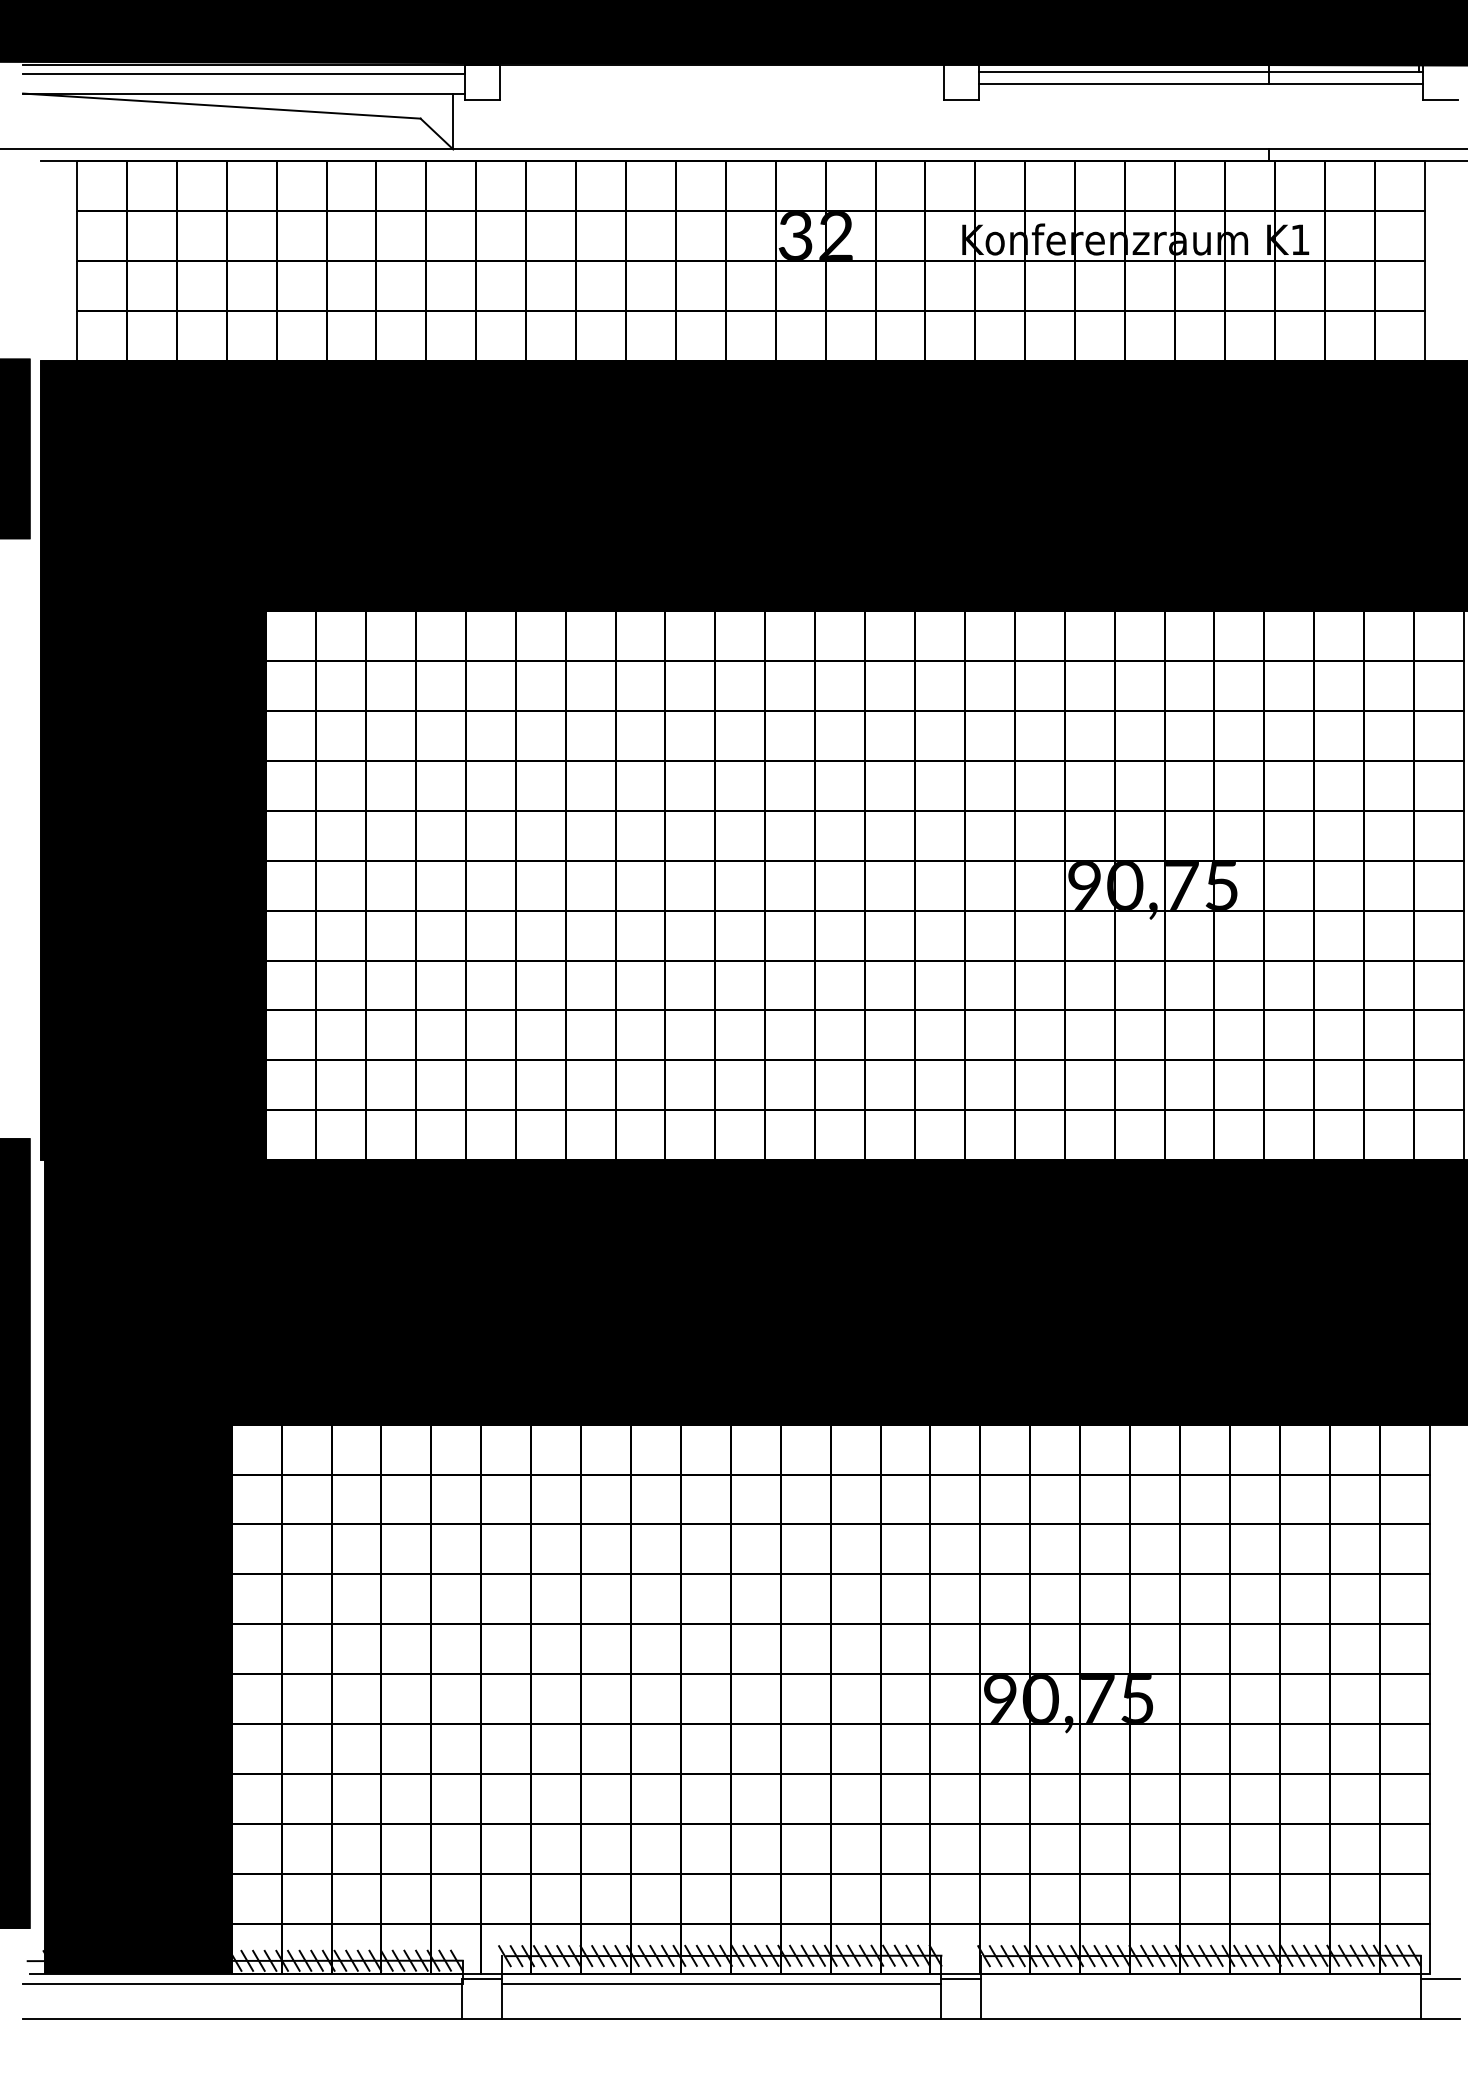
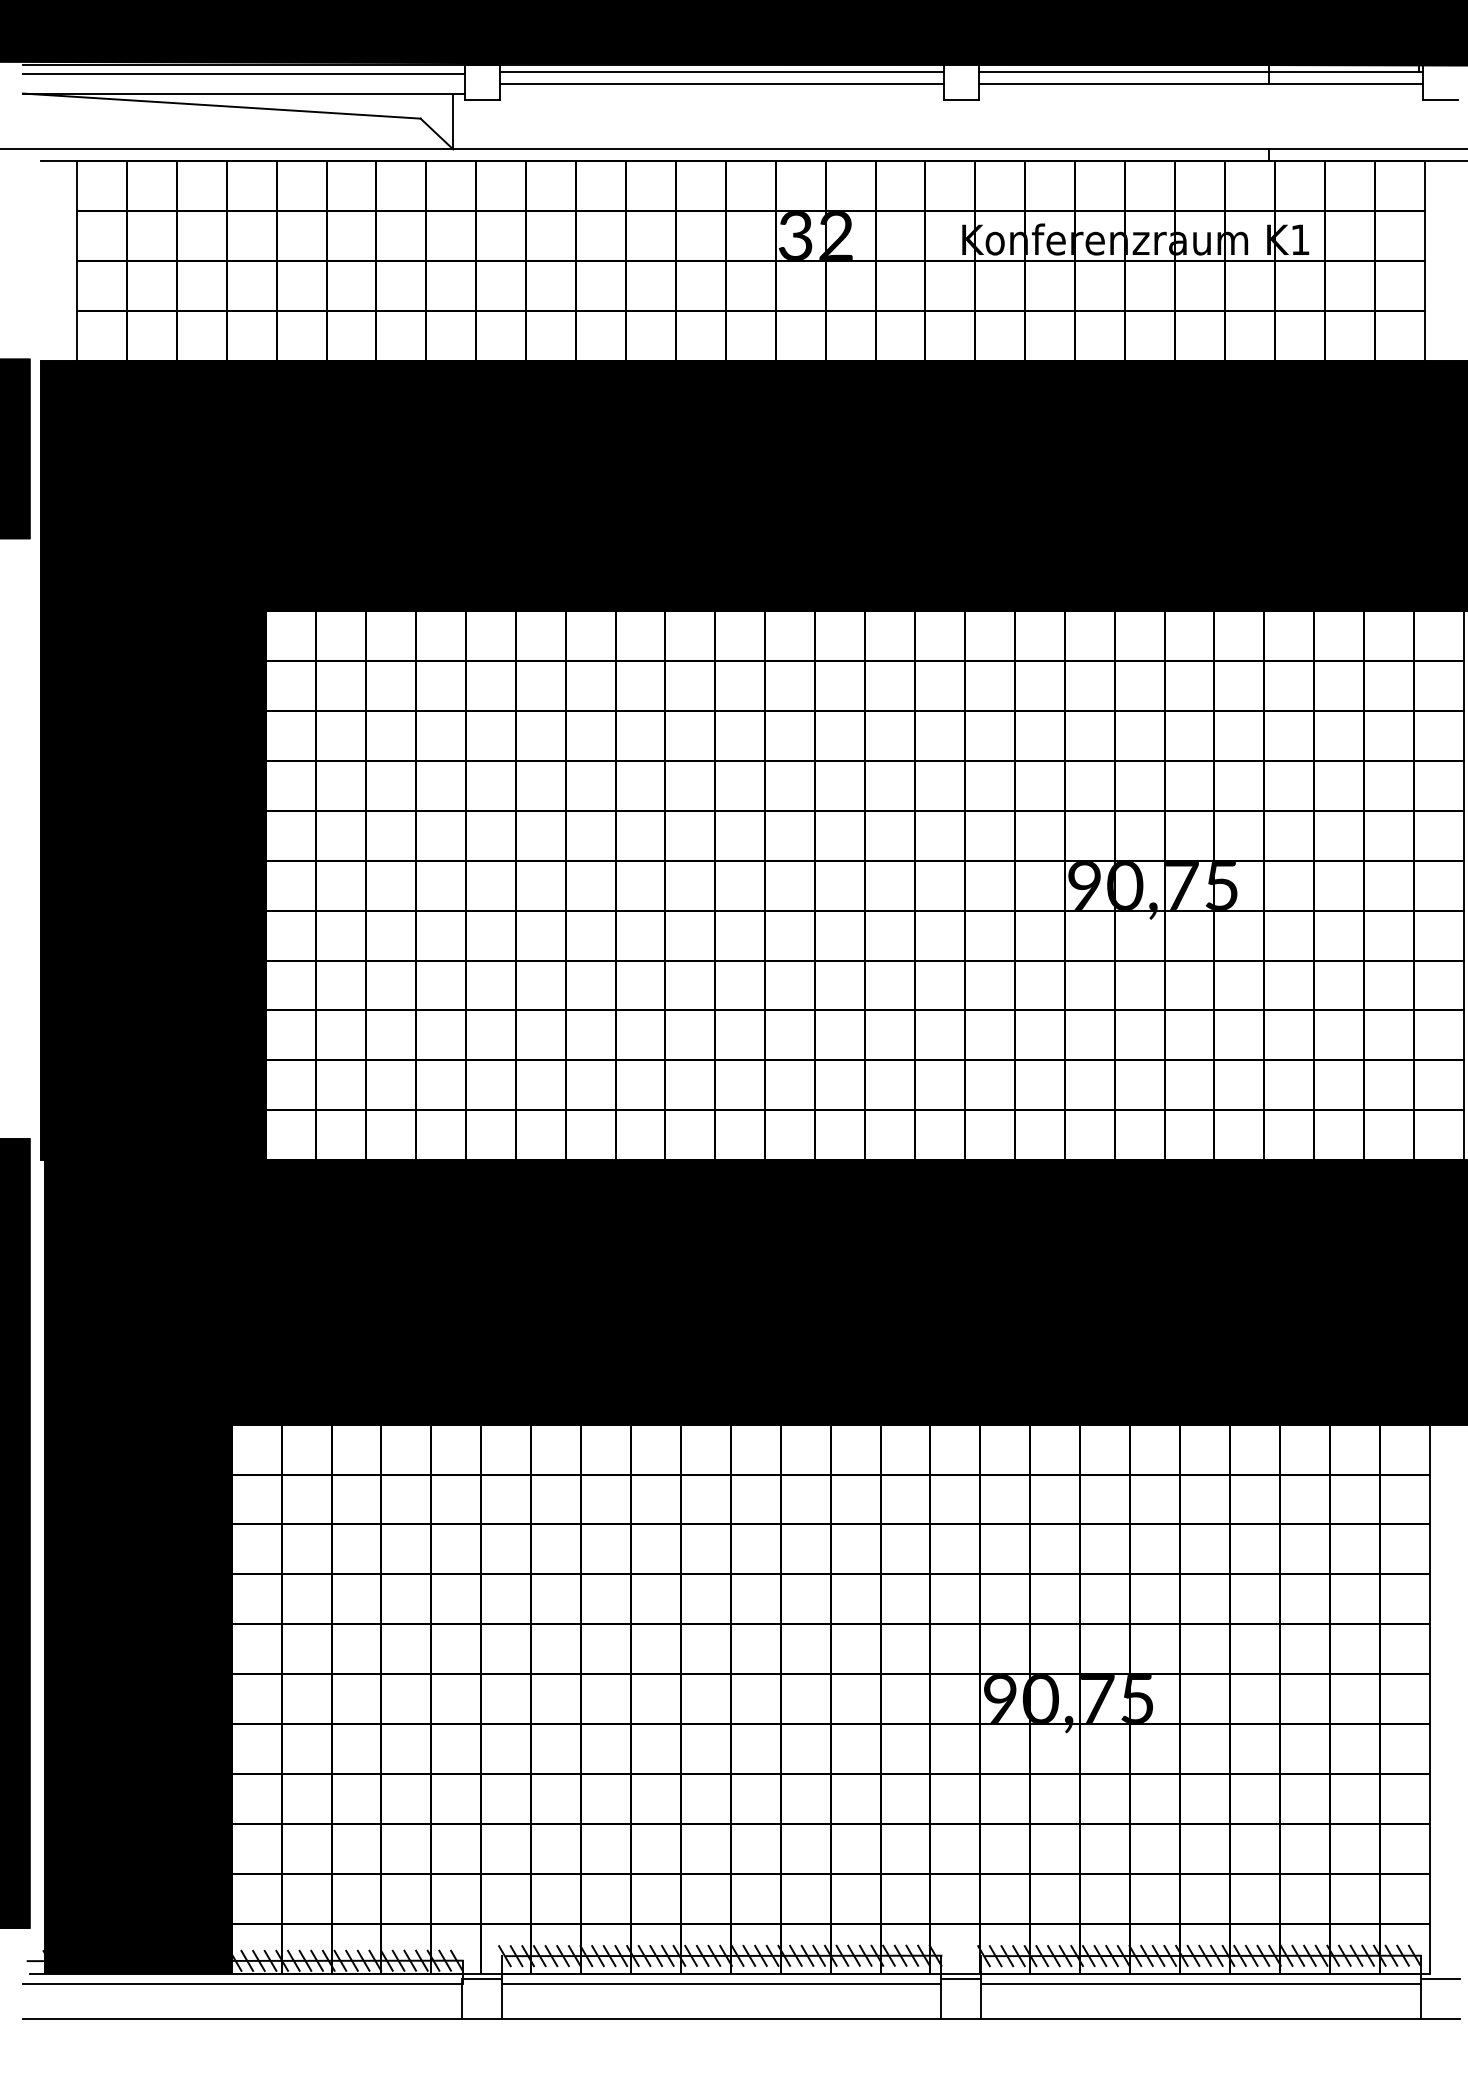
line at (721, 72): none -> present
line at (721, 83): none -> present
line at (1200, 1983): none -> present
